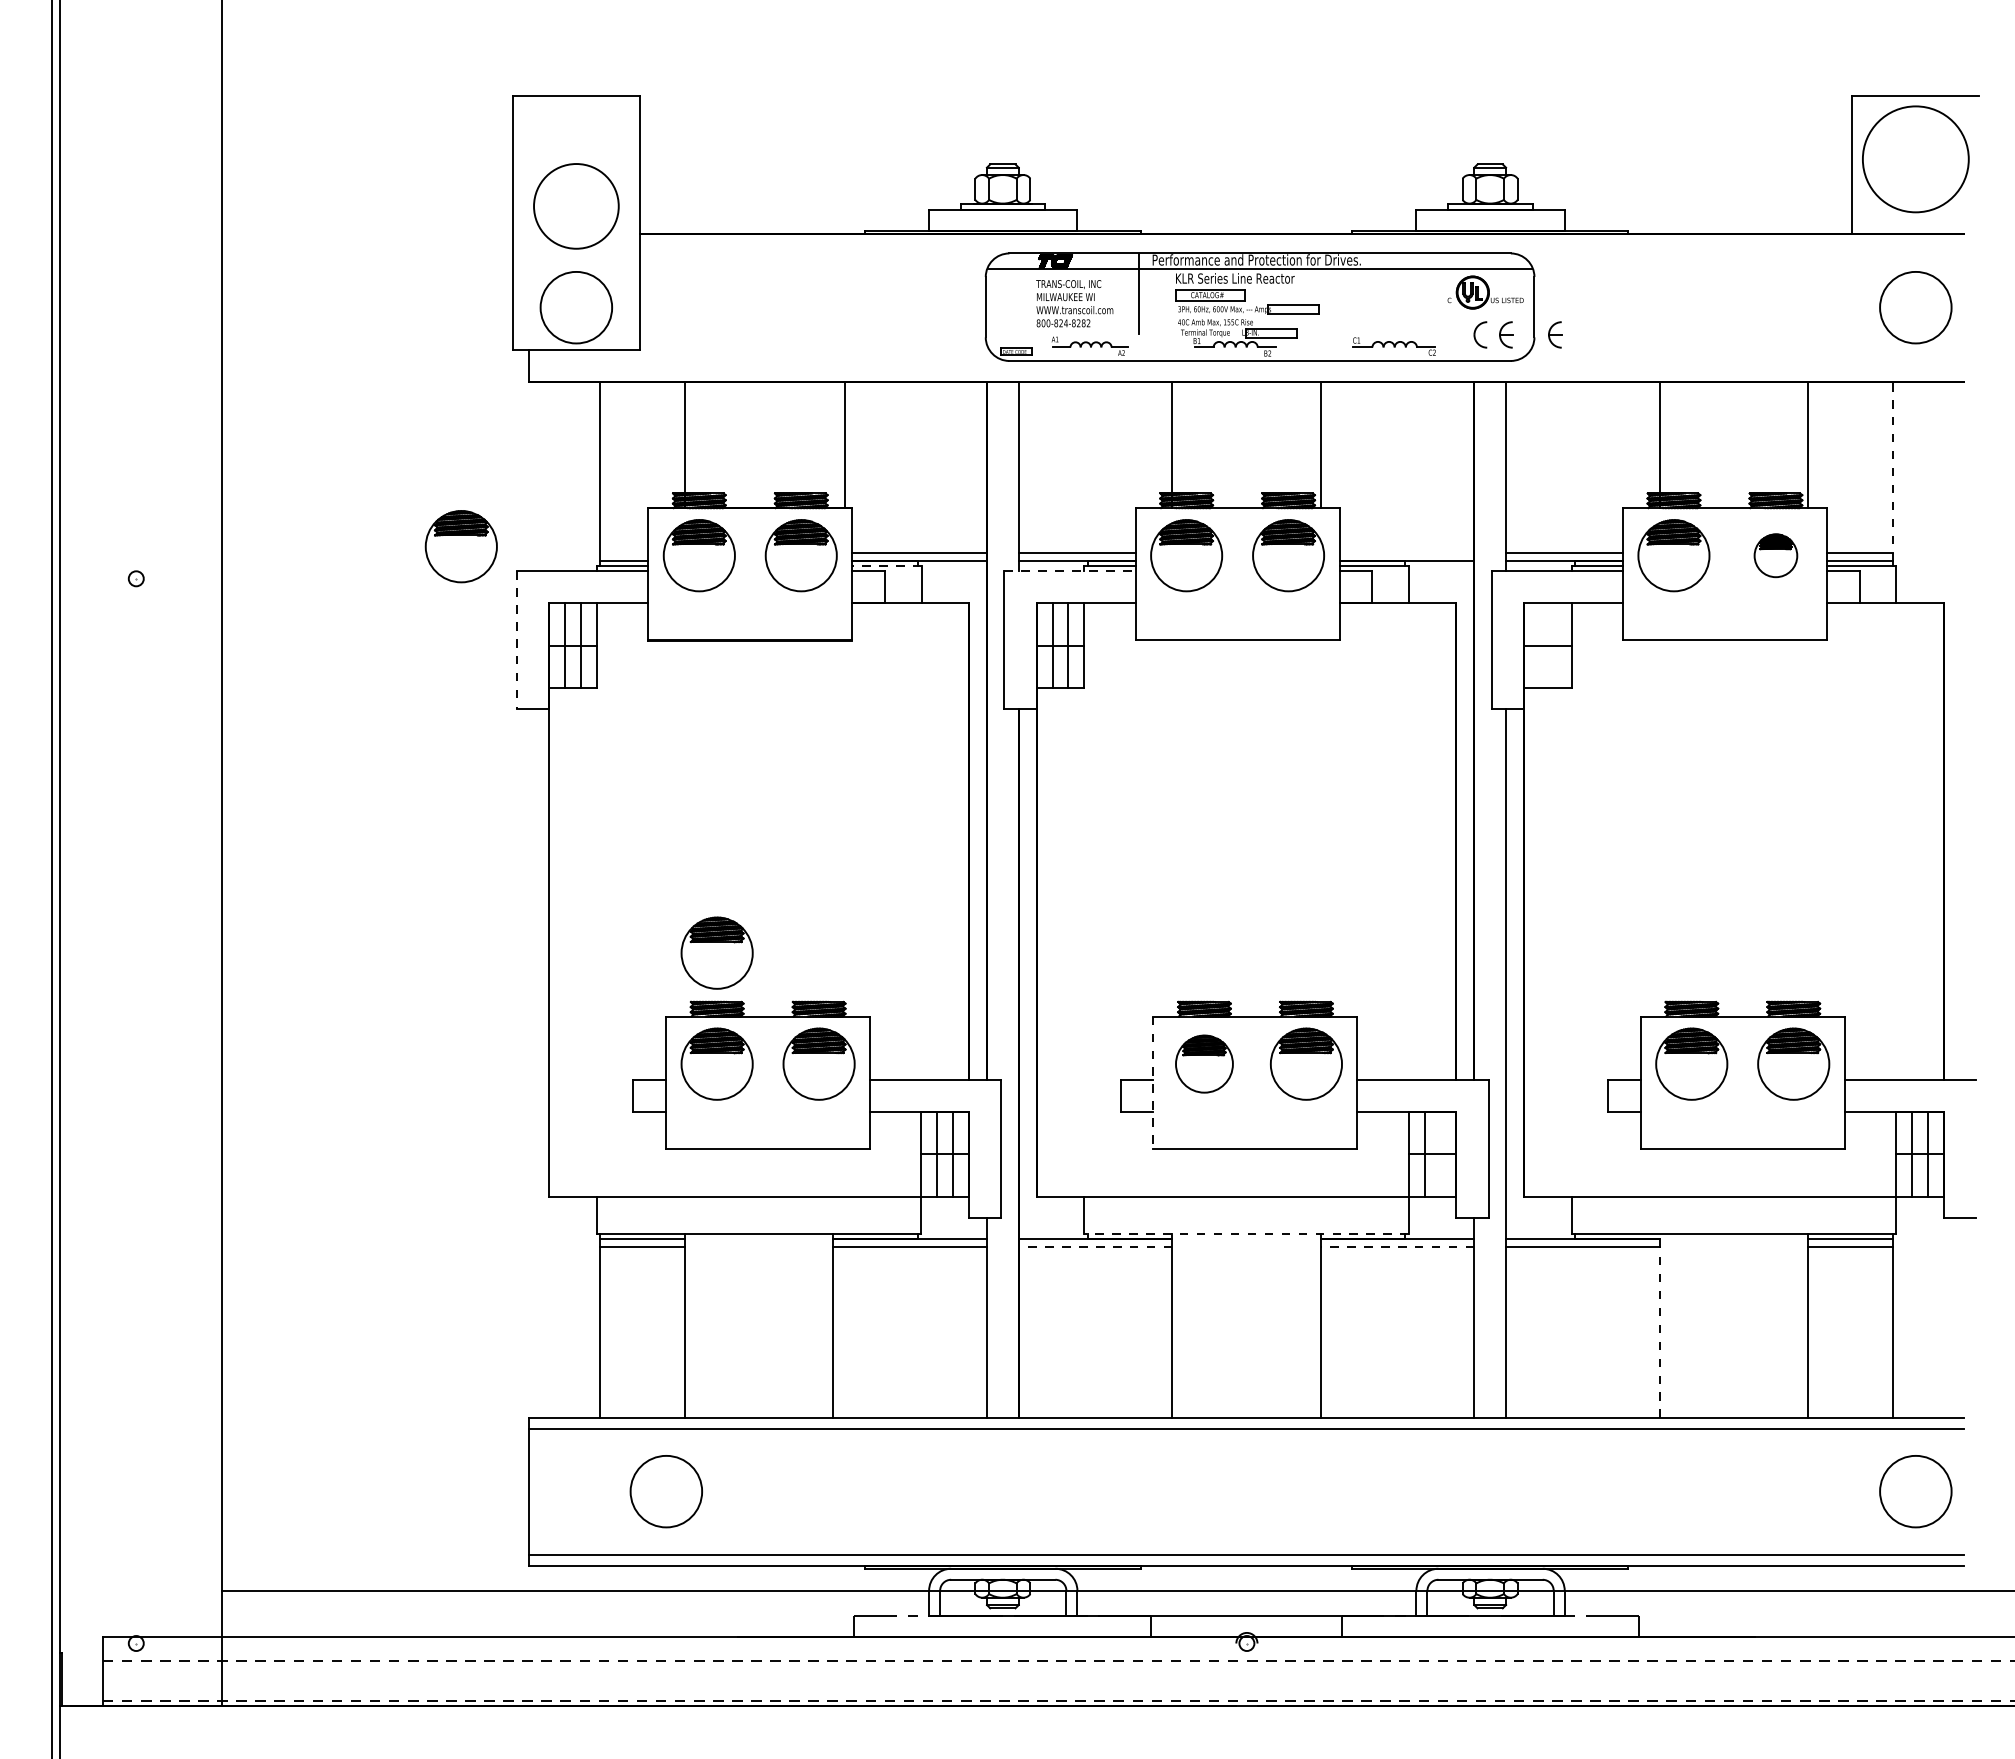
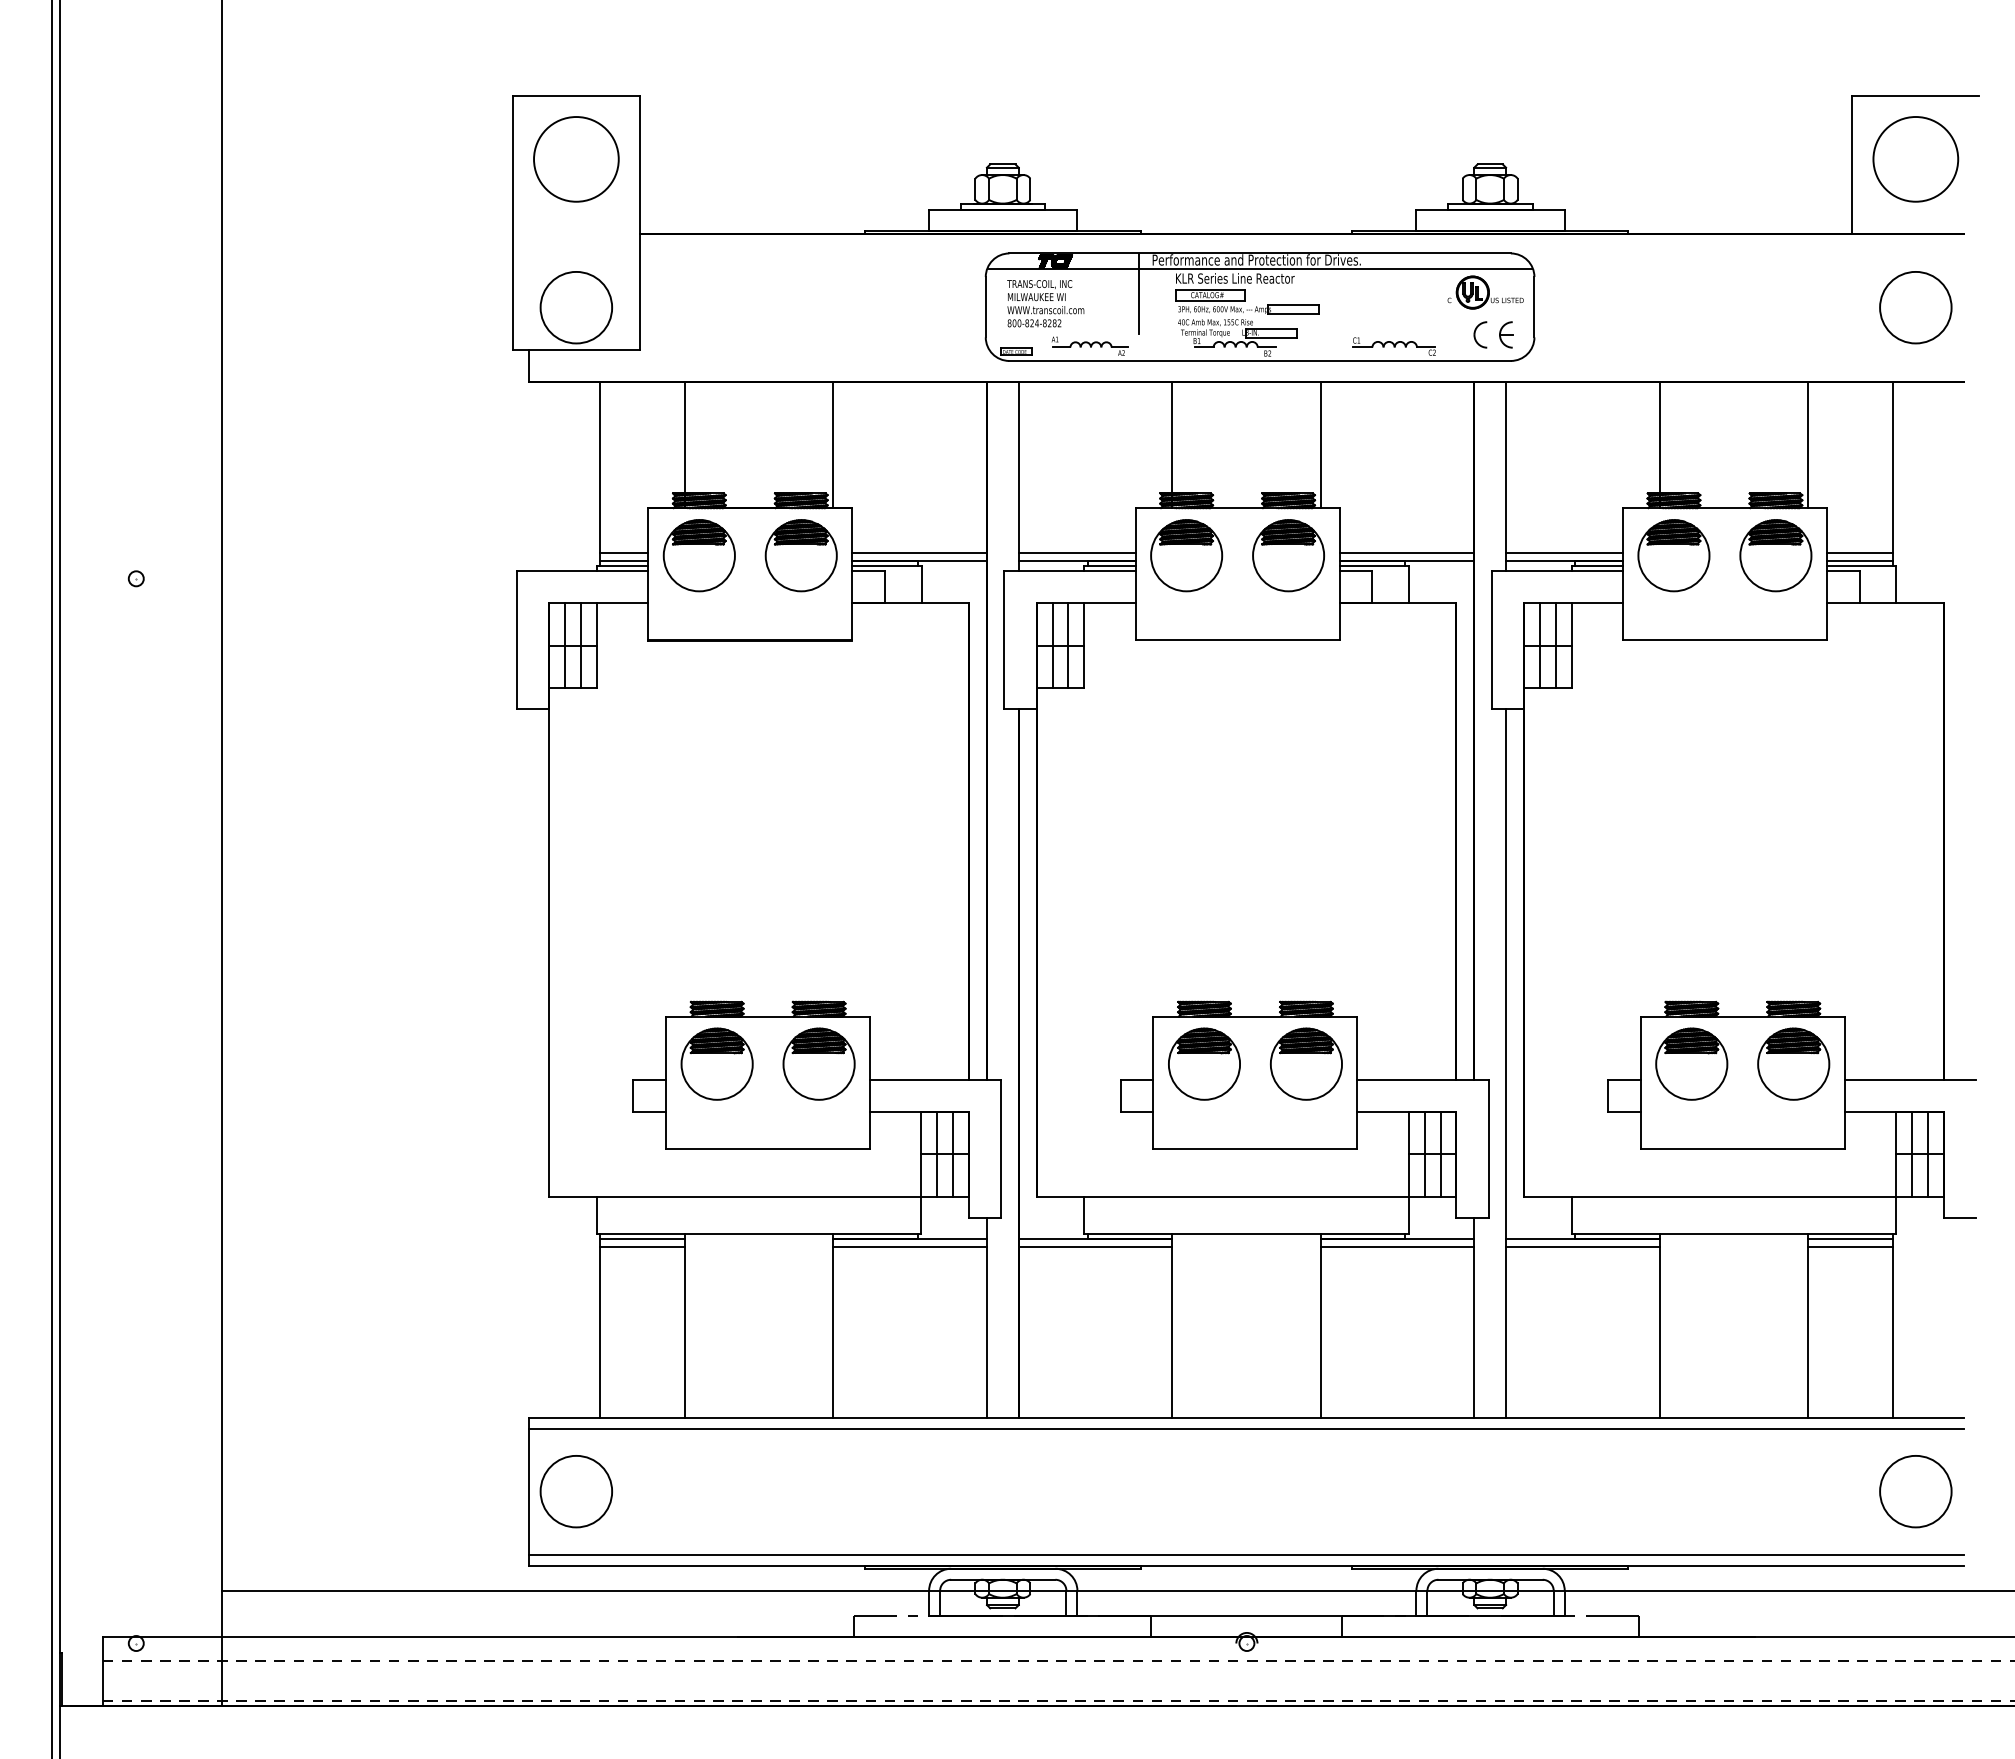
circle at (1915, 159) diameter: 106 px -> 85 px
circle at (576, 206) position: (576, 206) -> (576, 159)
text at (1074, 303) position: (1074, 303) -> (1045, 303)
part at (1555, 334): present -> none
line at (845, 445) position: (845, 445) -> (833, 445)
line at (1892, 471): dashed -> solid
part at (460, 546): present -> none
line at (624, 553): none -> present
line at (1406, 553): none -> present
part at (1775, 555) size: 46x46 px -> 74x74 px
line at (886, 566): dashed -> solid
line at (1070, 571): dashed -> solid
line at (517, 640): dashed -> solid
line at (1539, 645): none -> present
line at (1555, 645): none -> present
part at (716, 952): present -> none
part at (1204, 1063) size: 59x60 px -> 73x74 px
line at (1153, 1083): dashed -> solid
line at (1440, 1153): none -> present
line at (1246, 1234): dashed -> solid
line at (1095, 1246): dashed -> solid
line at (1397, 1246): dashed -> solid
line at (1659, 1325): dashed -> solid
circle at (665, 1491) position: (665, 1491) -> (575, 1491)
